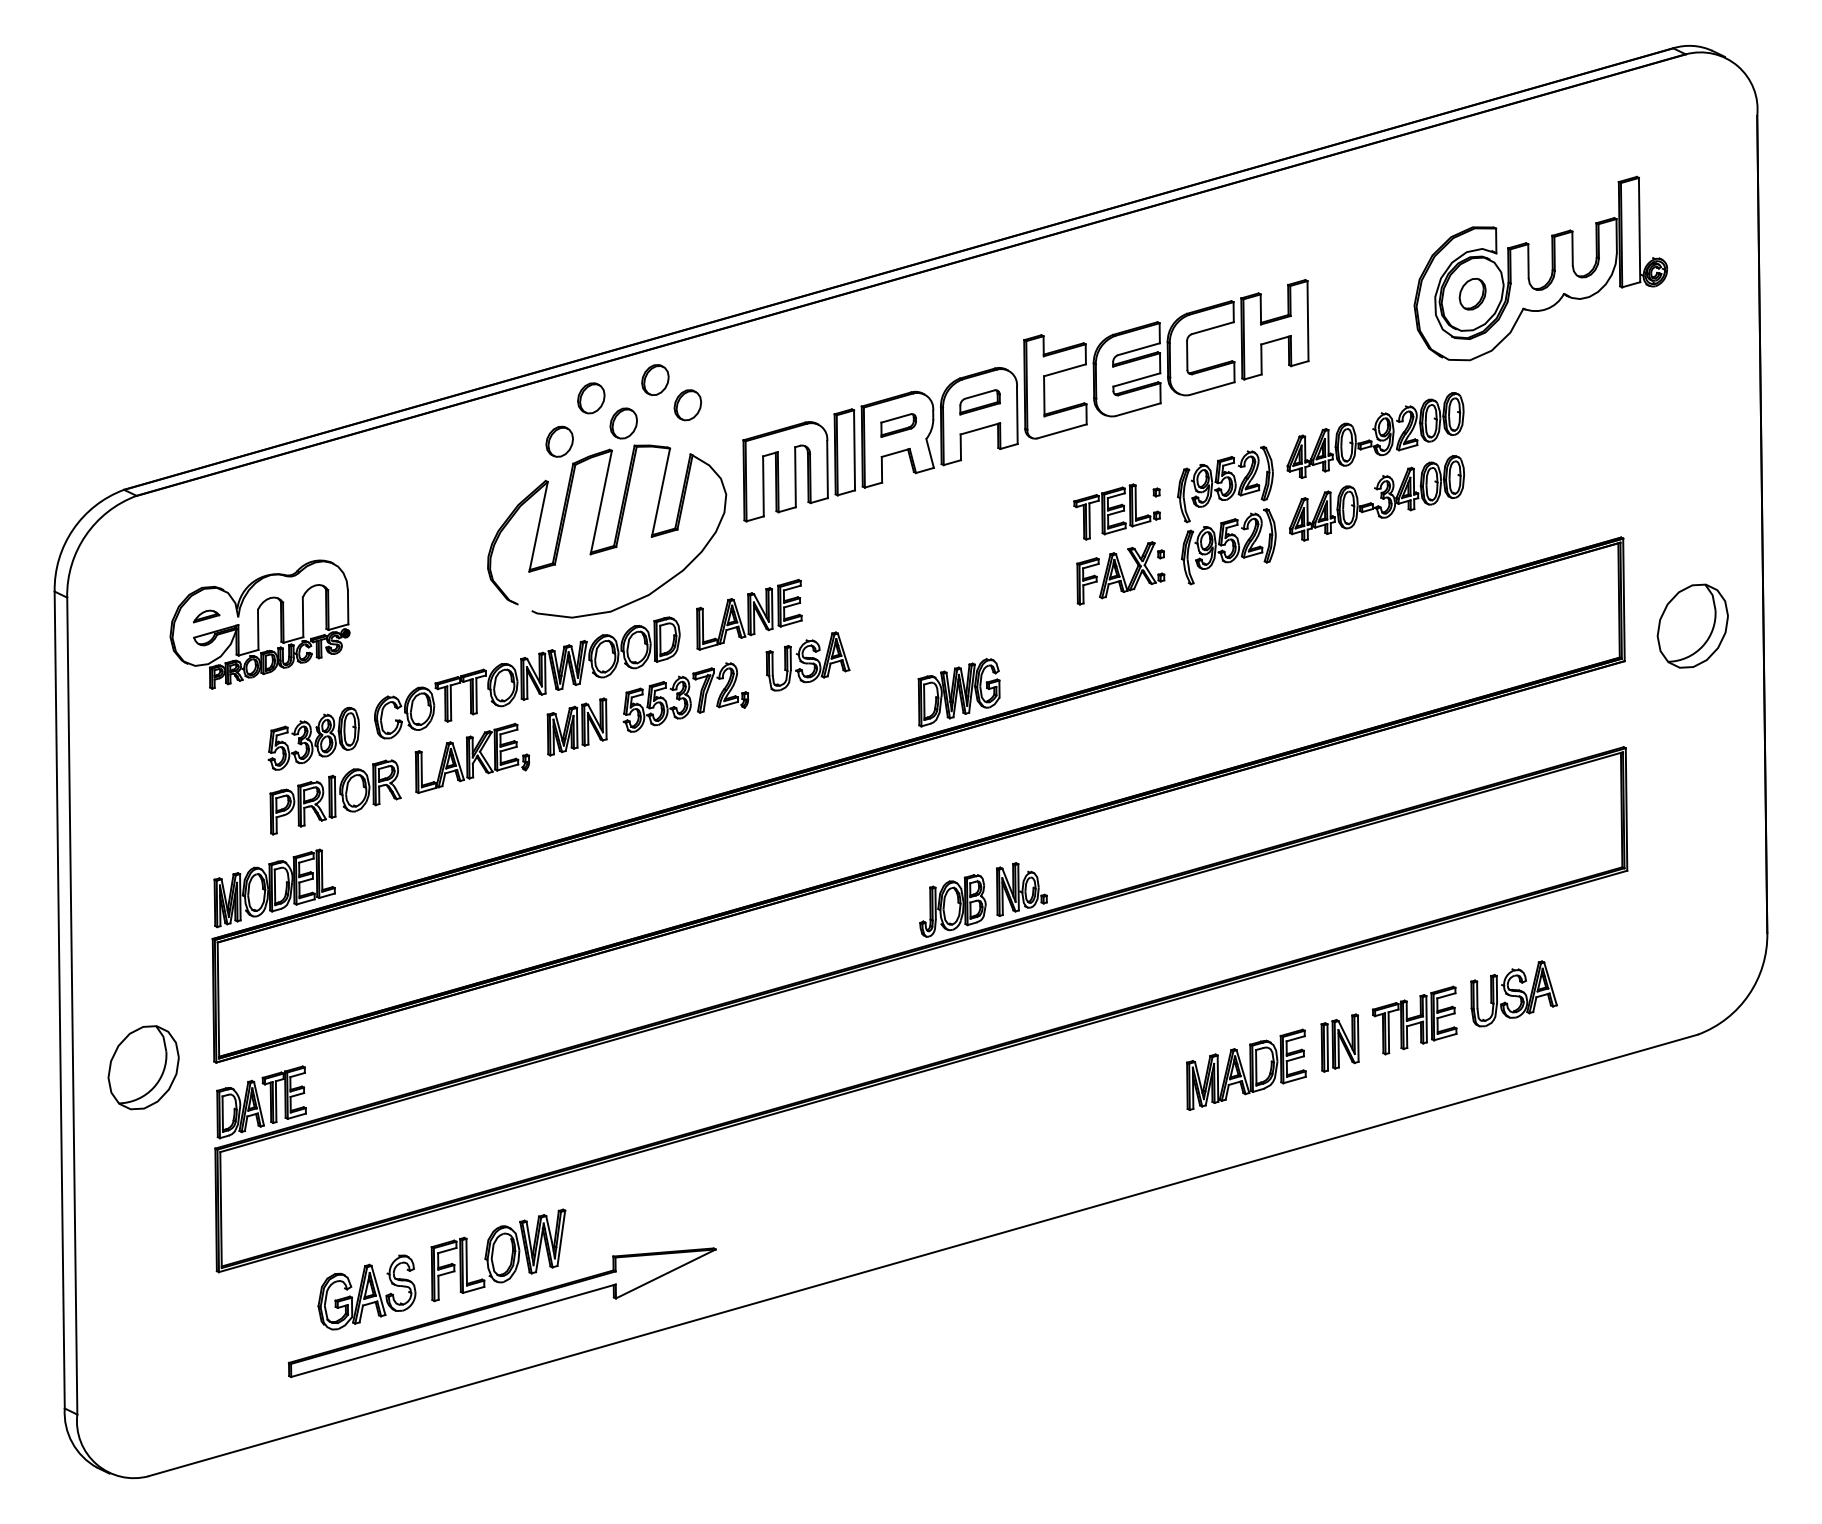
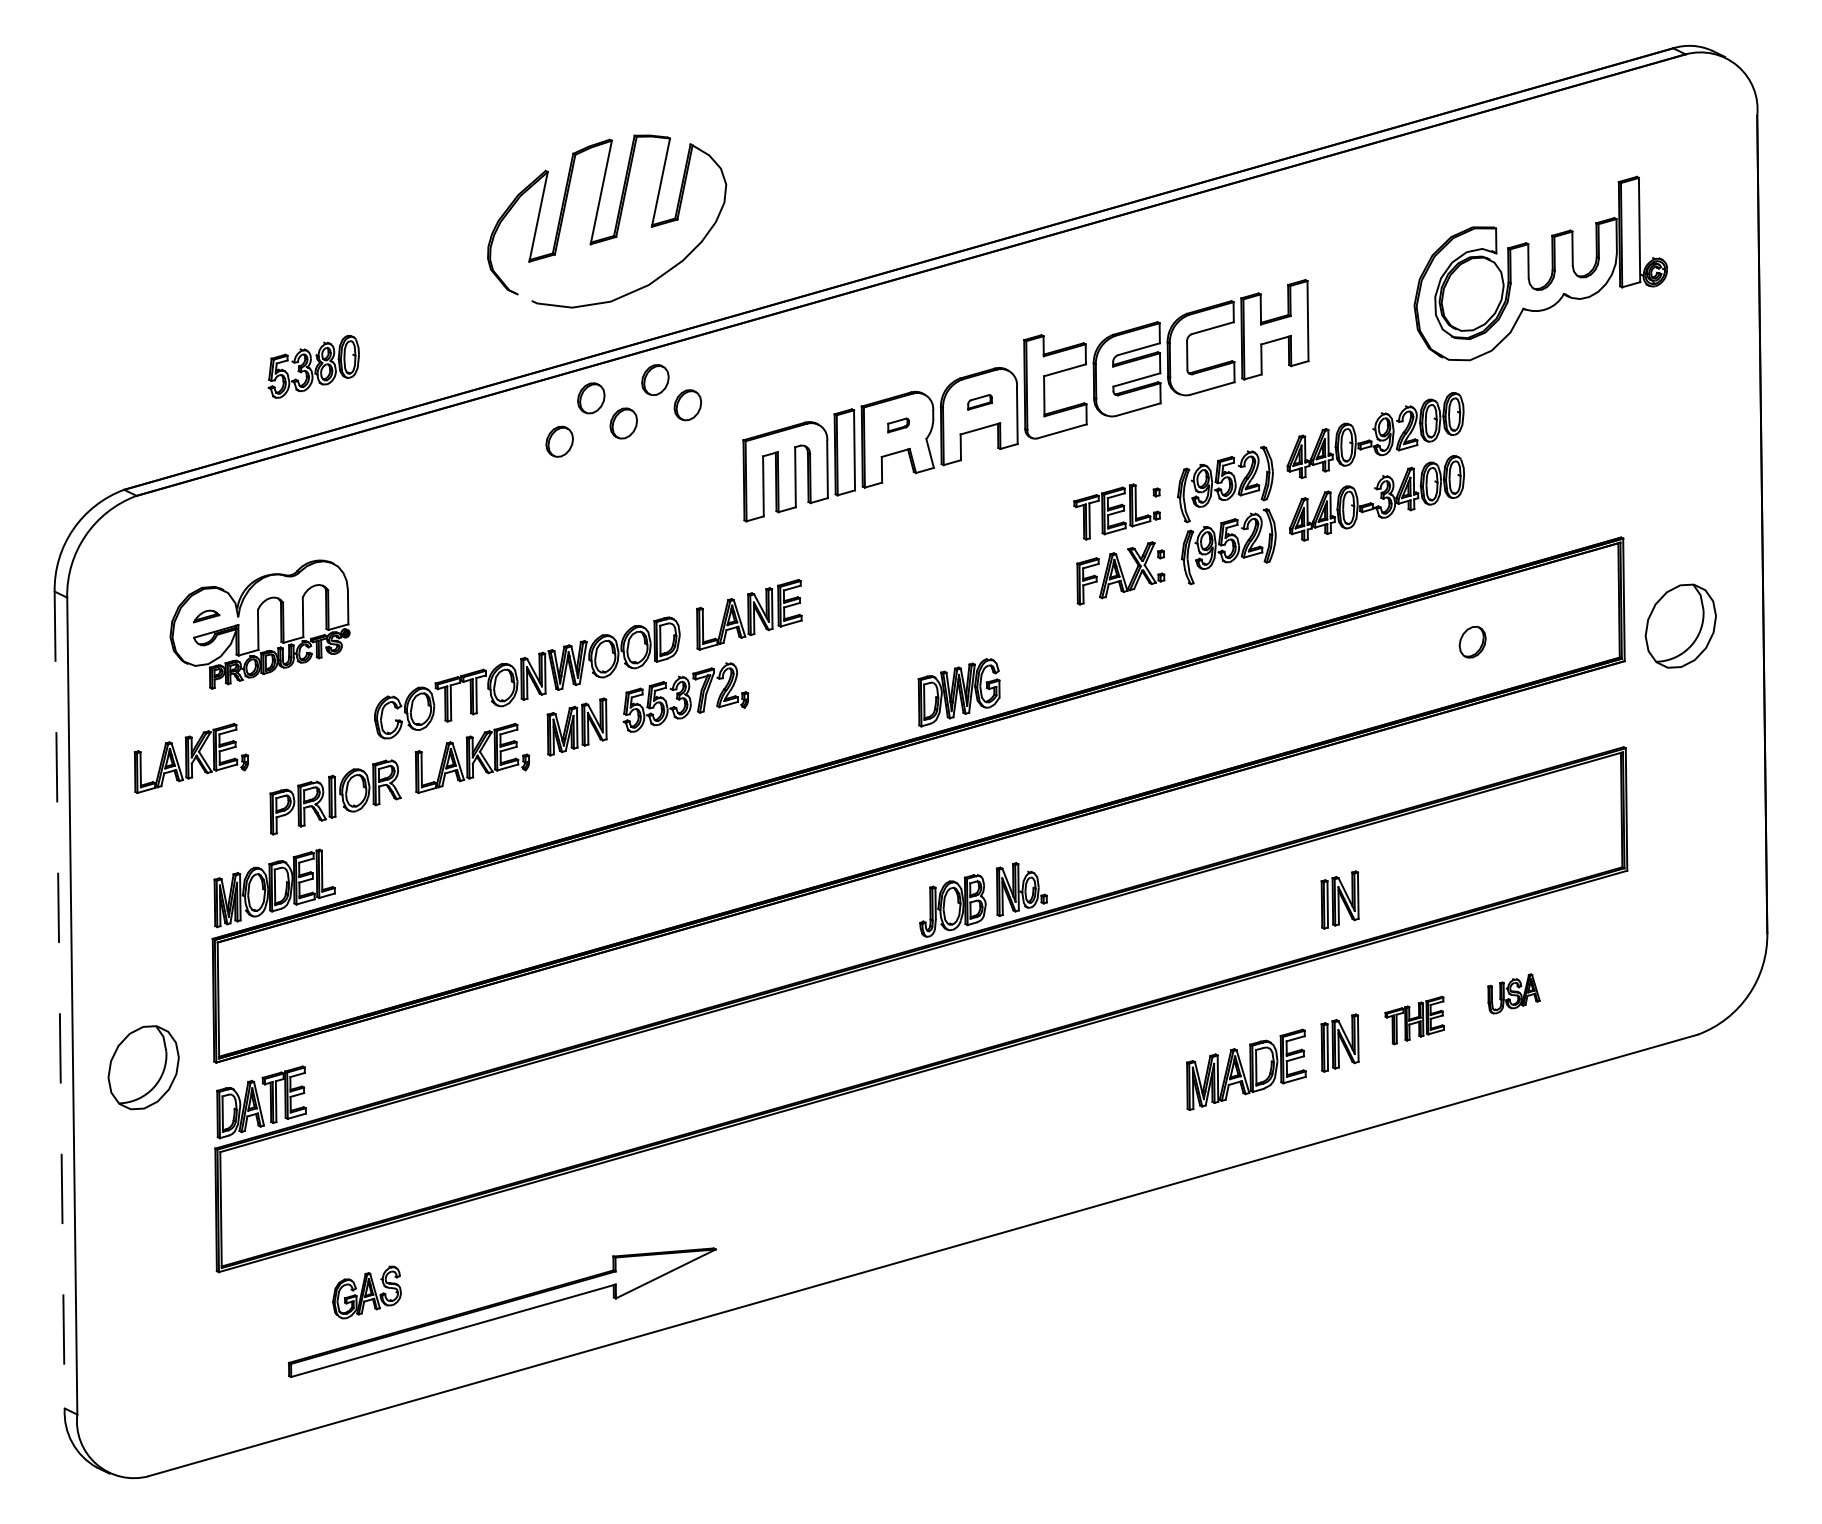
part at (1472, 294) position: (1472, 294) -> (1472, 642)
part at (979, 402) size: 42x27 px -> 26x17 px
part at (898, 425) size: 37x25 px -> 23x17 px
part at (615, 533) position: (615, 533) -> (615, 223)
part at (1692, 625) position: (1692, 625) -> (1680, 625)
part at (807, 661): present -> none
part at (313, 738) position: (313, 738) -> (313, 366)
part at (190, 758): none -> present
part at (1339, 899): none -> present
part at (1513, 993) size: 88x68 px -> 54x42 px
line at (59, 1000): solid -> dashed
part at (1414, 1020) size: 86x71 px -> 61x51 px
part at (498, 1255): present -> none
part at (366, 1292) size: 100x77 px -> 70x55 px
